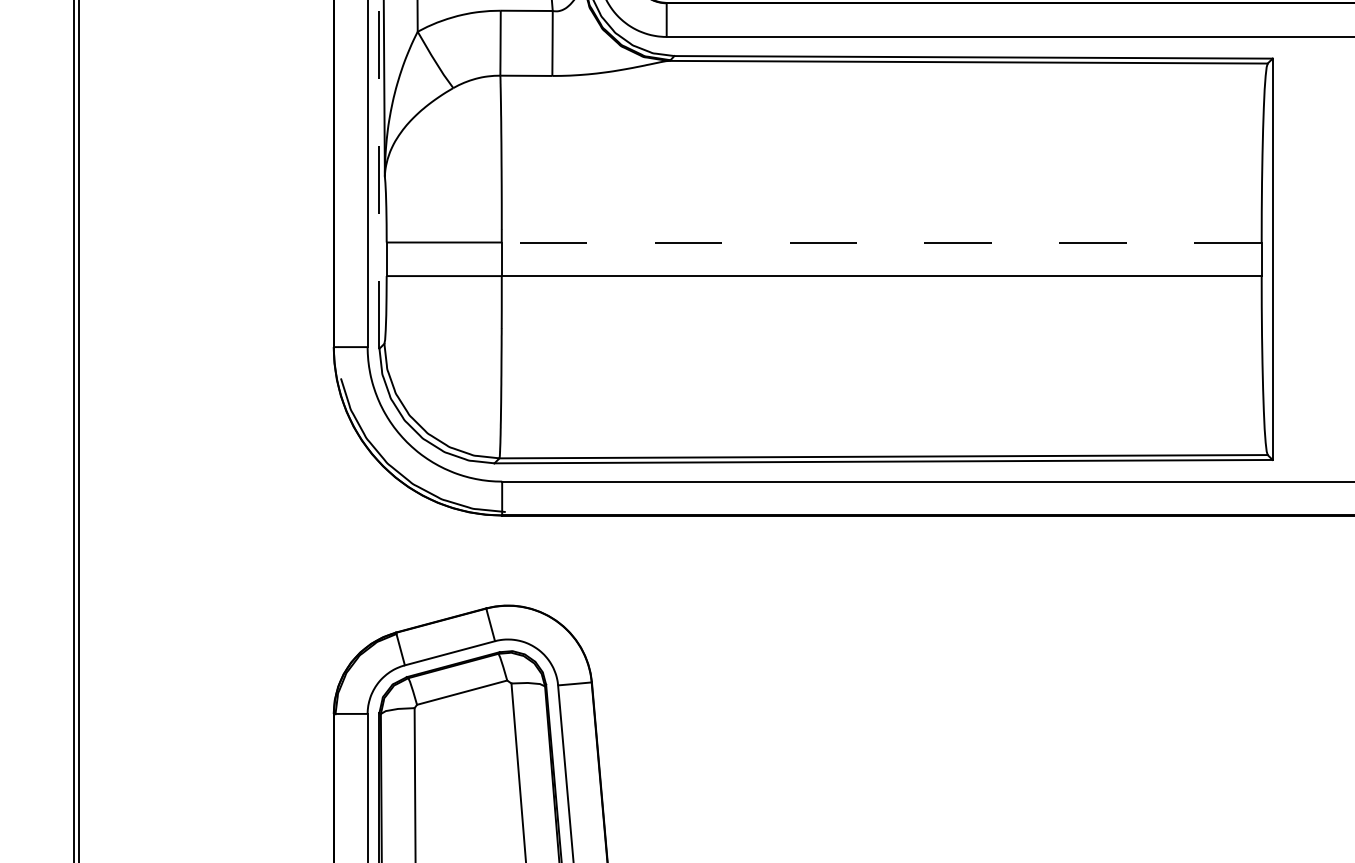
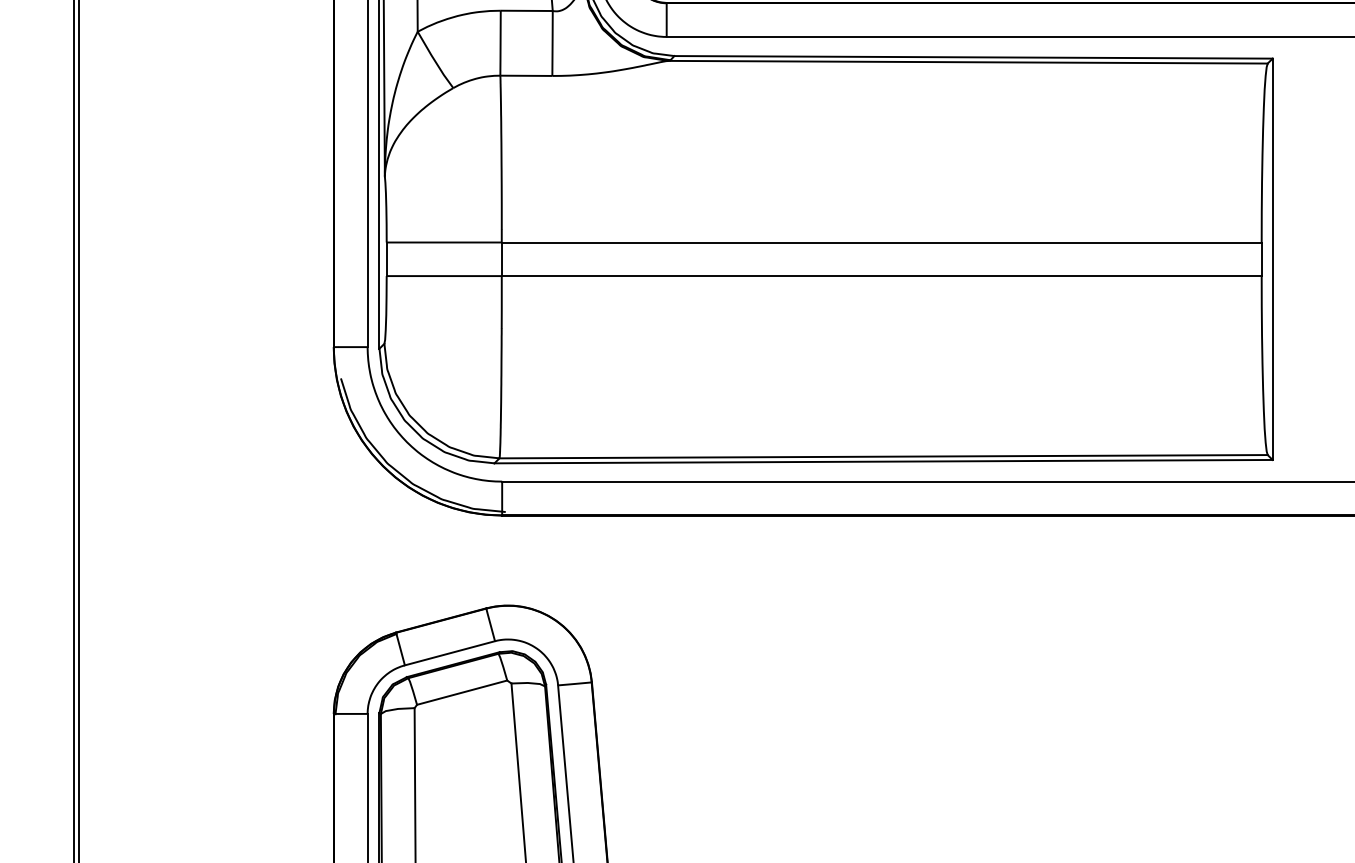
line at (379, 173): dashed -> solid
line at (881, 242): dashed -> solid
